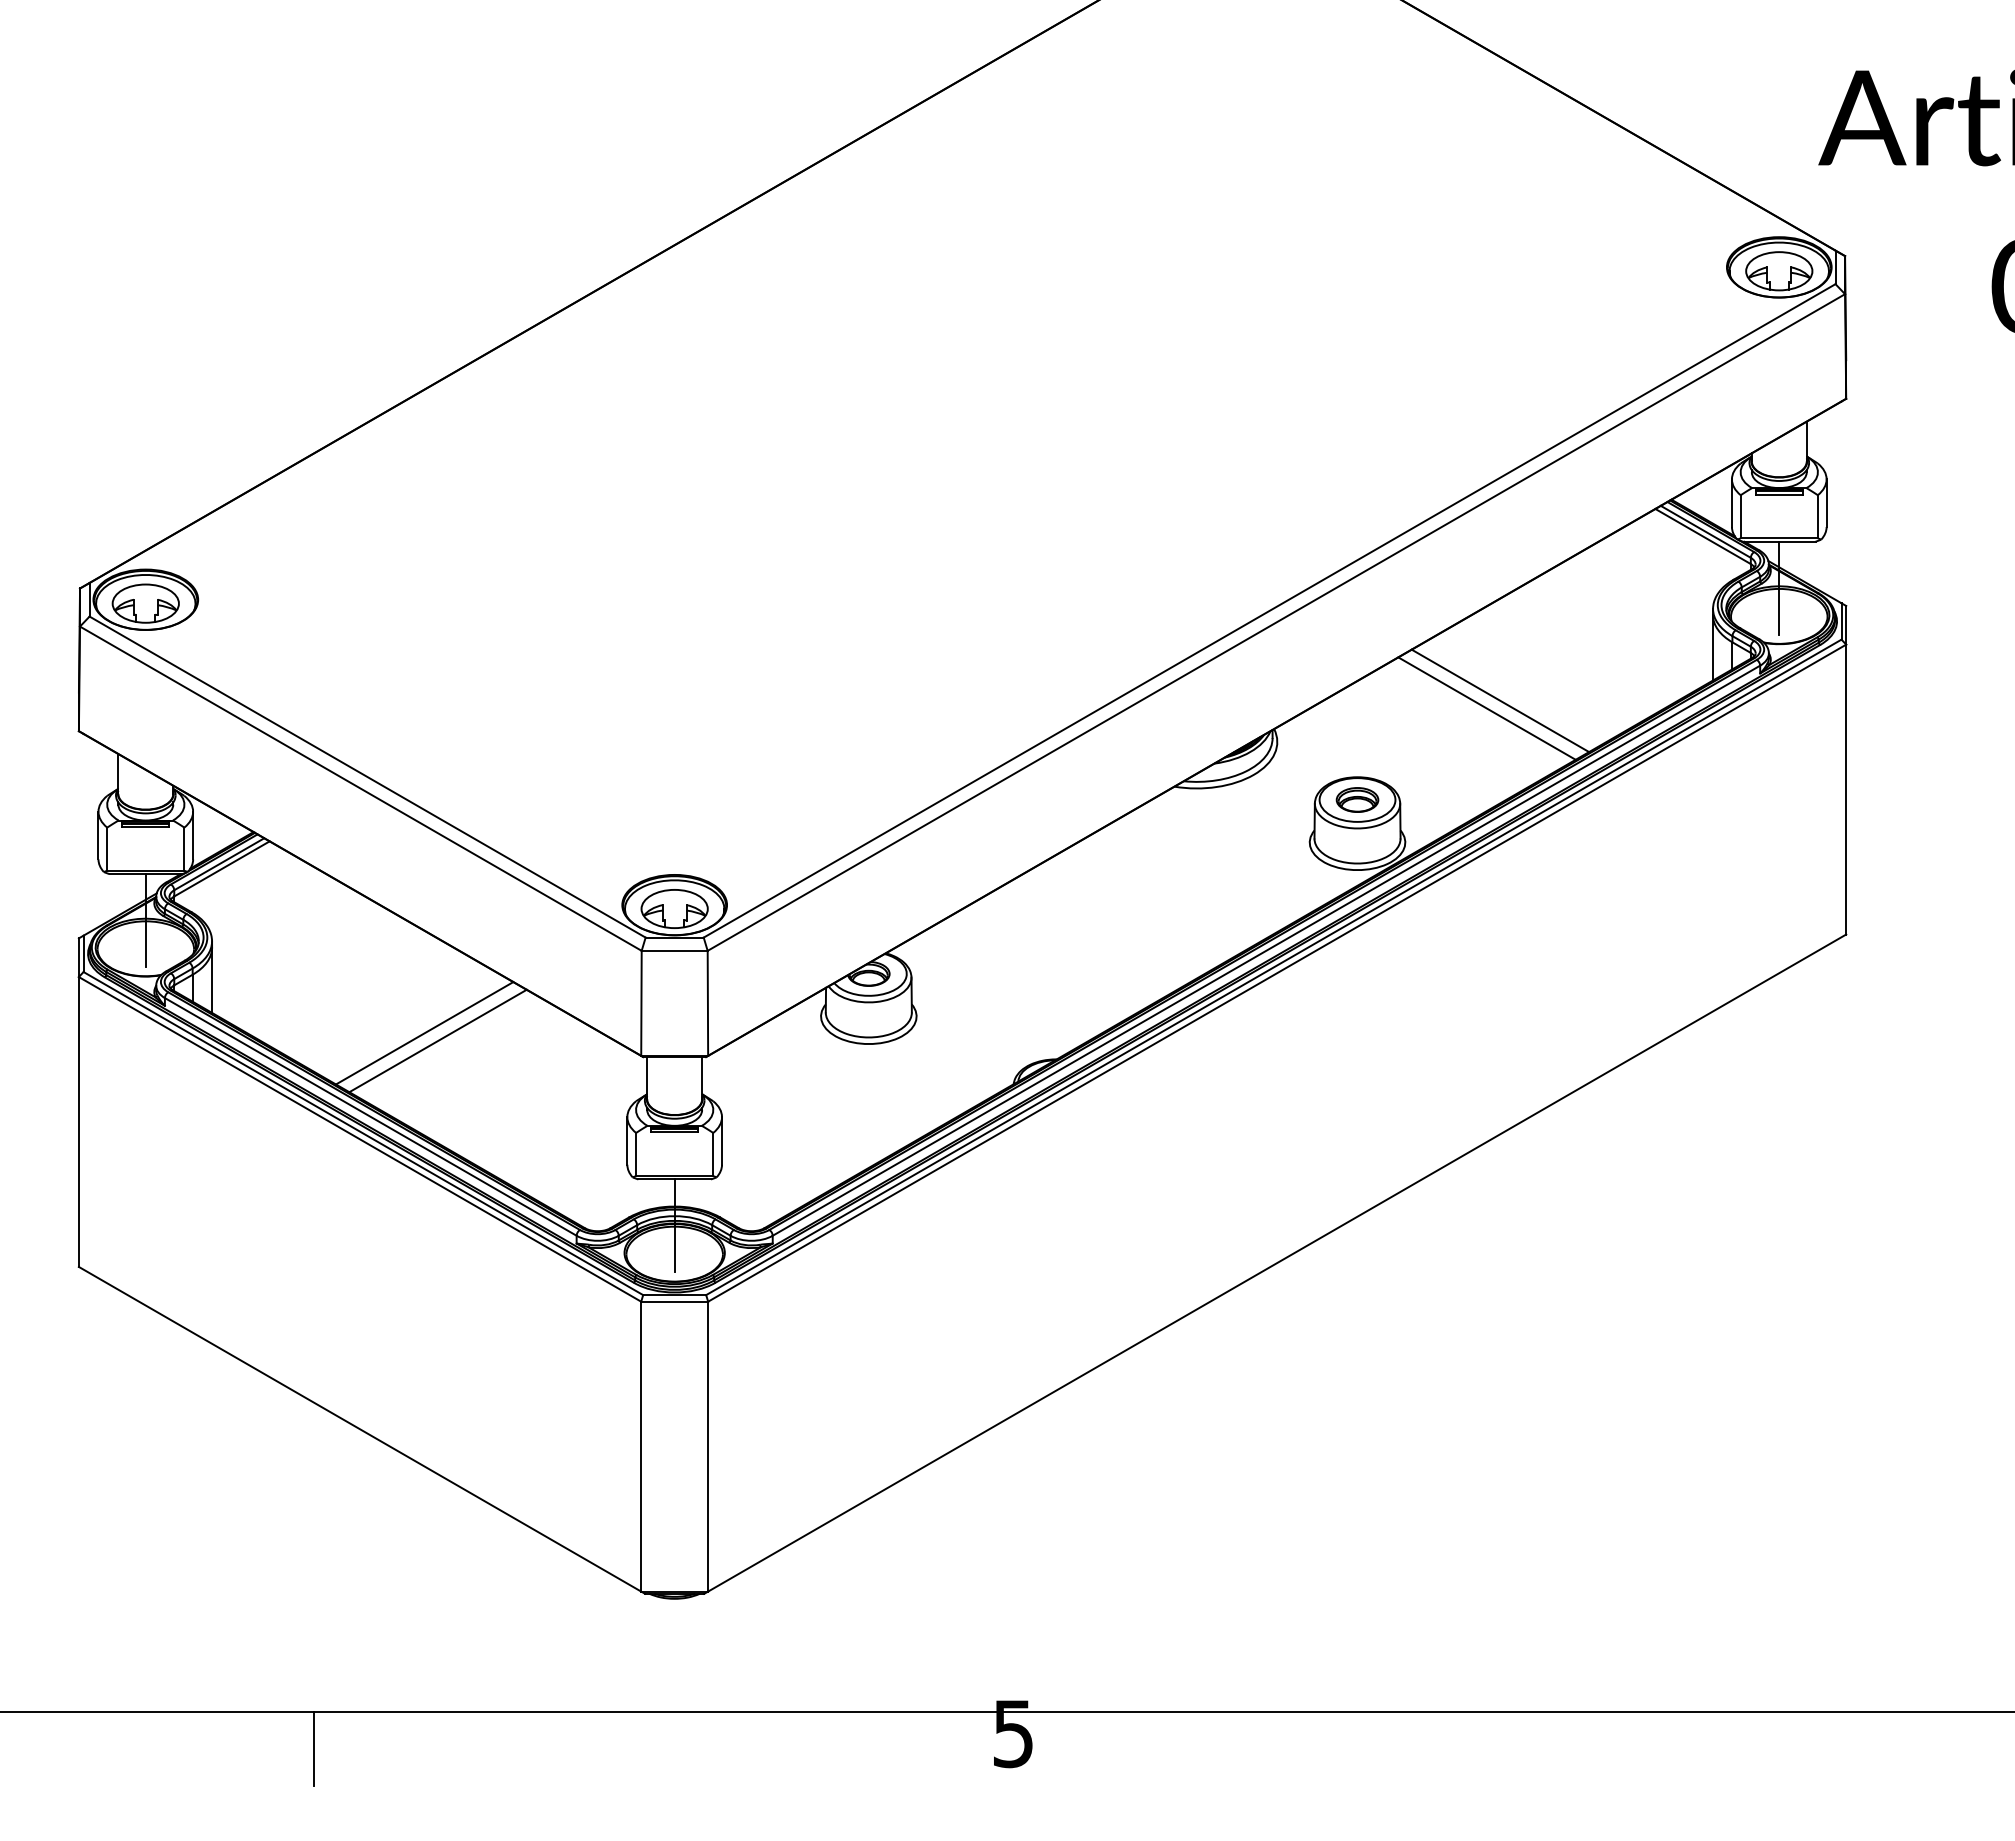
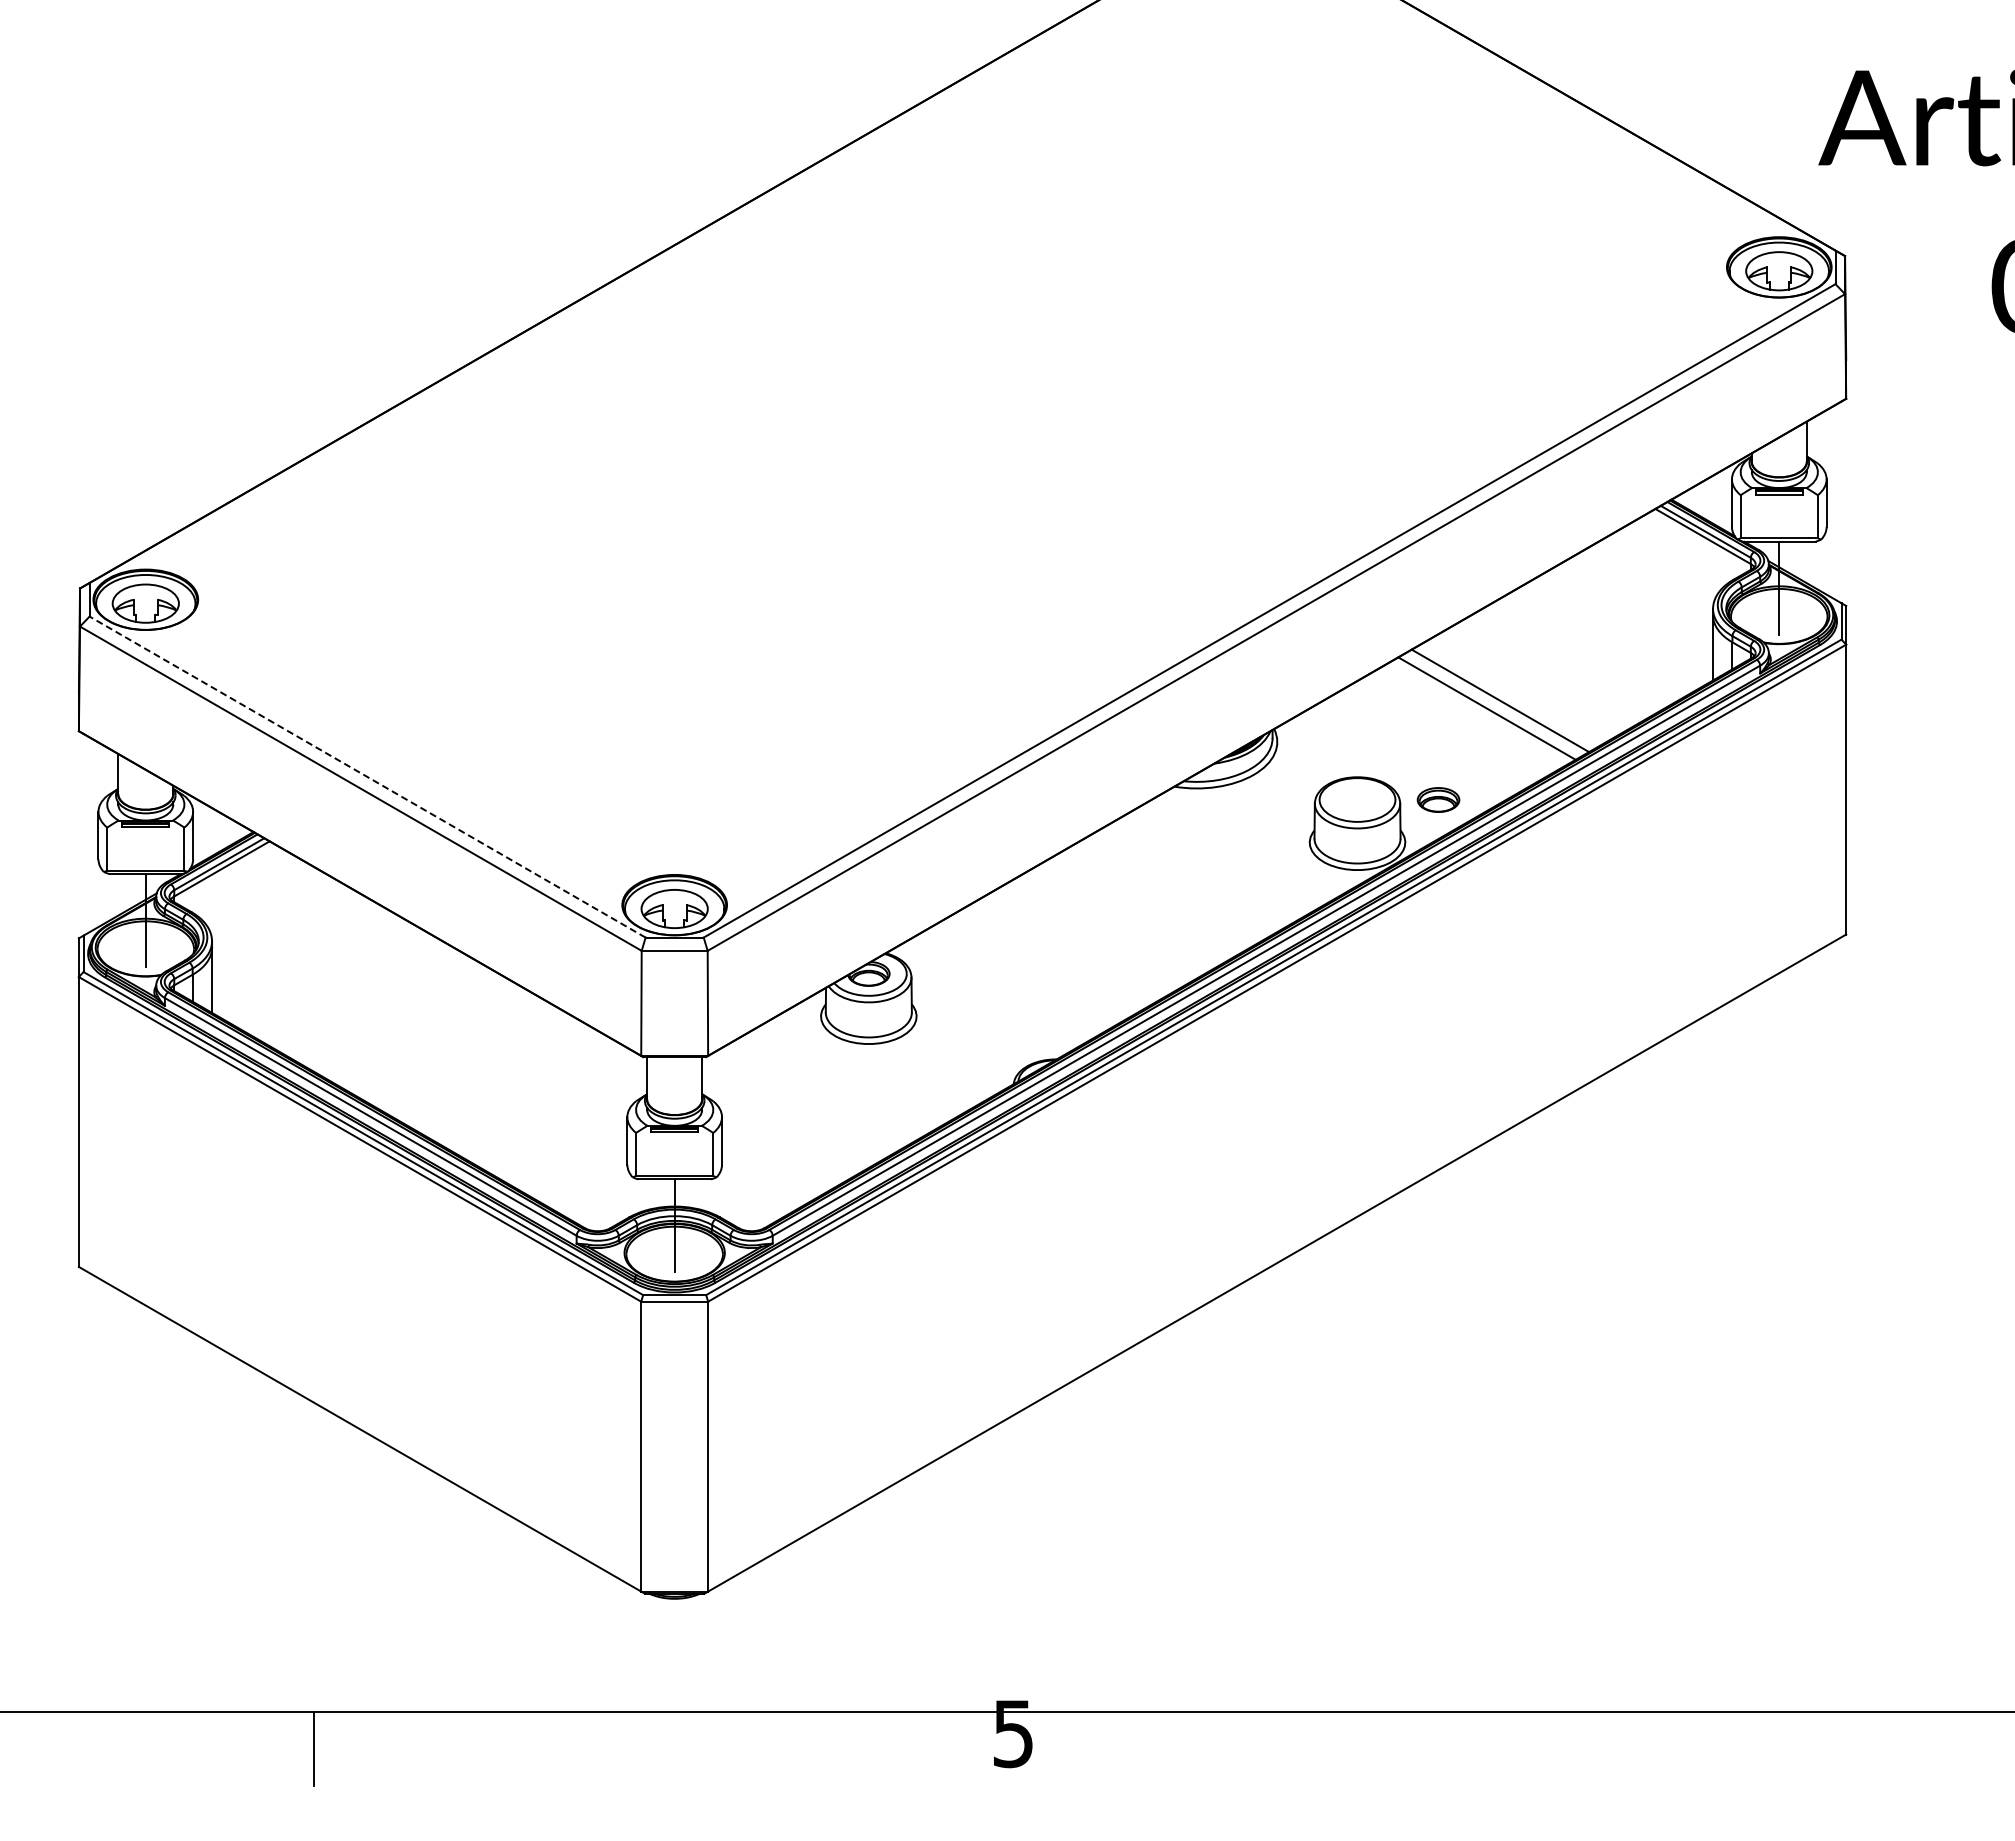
line at (367, 776): solid -> dashed
part at (1357, 799) position: (1357, 799) -> (1438, 799)
line at (424, 1033): present -> none
line at (437, 1040): present -> none
